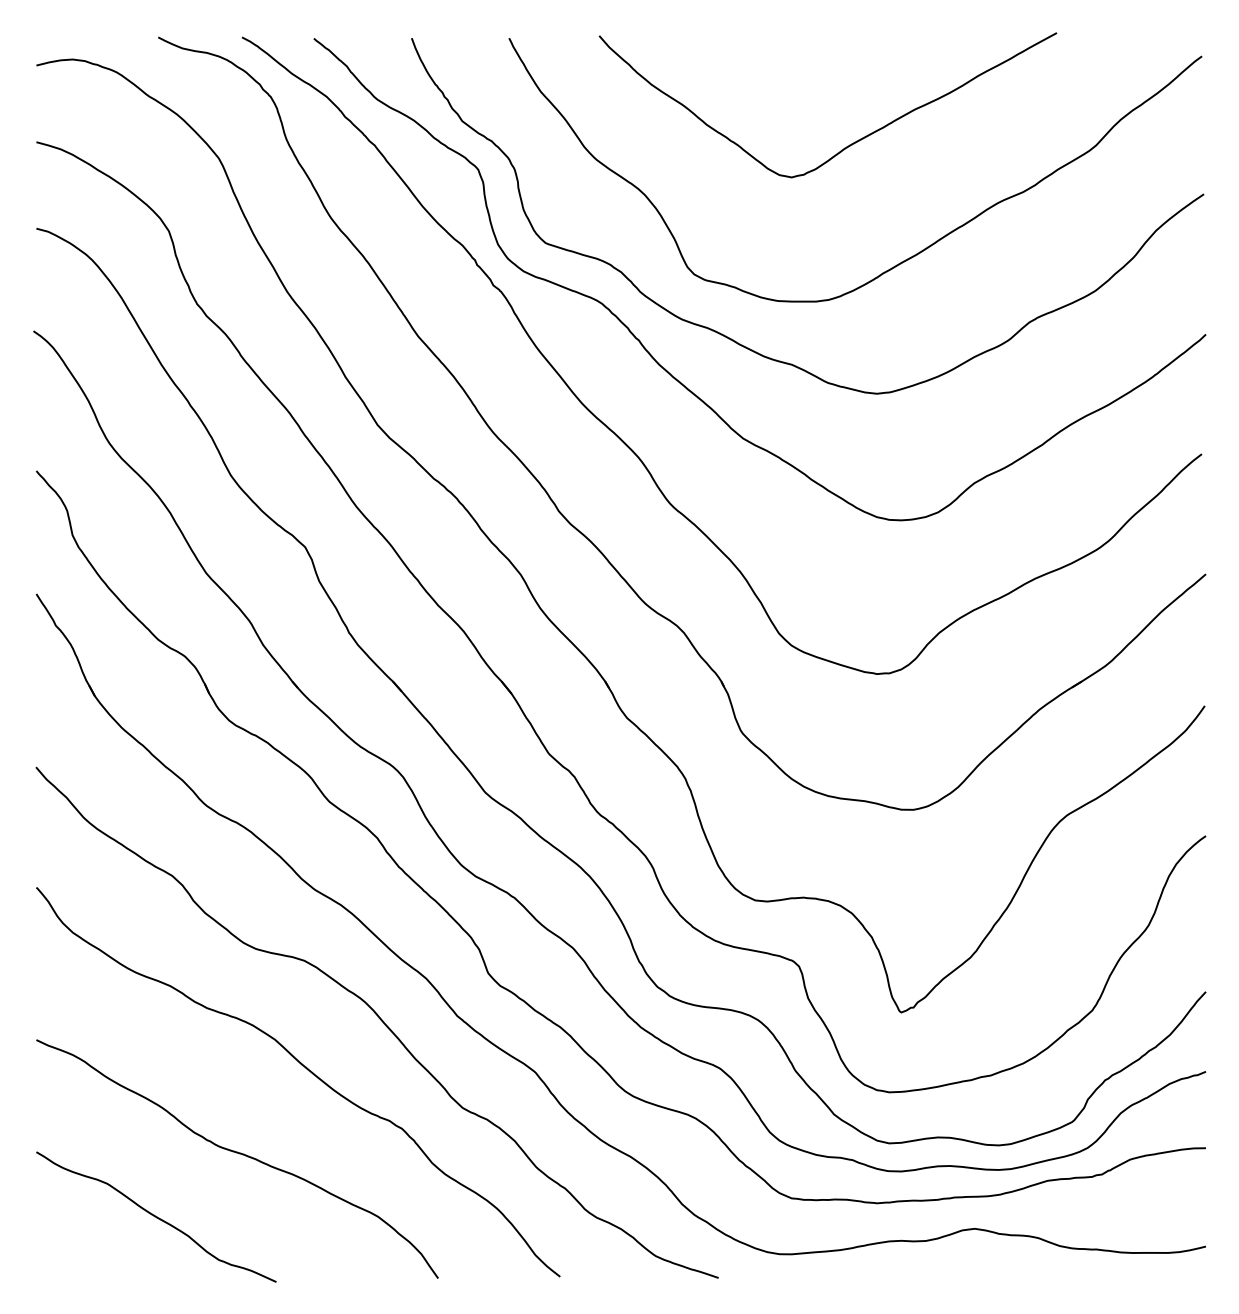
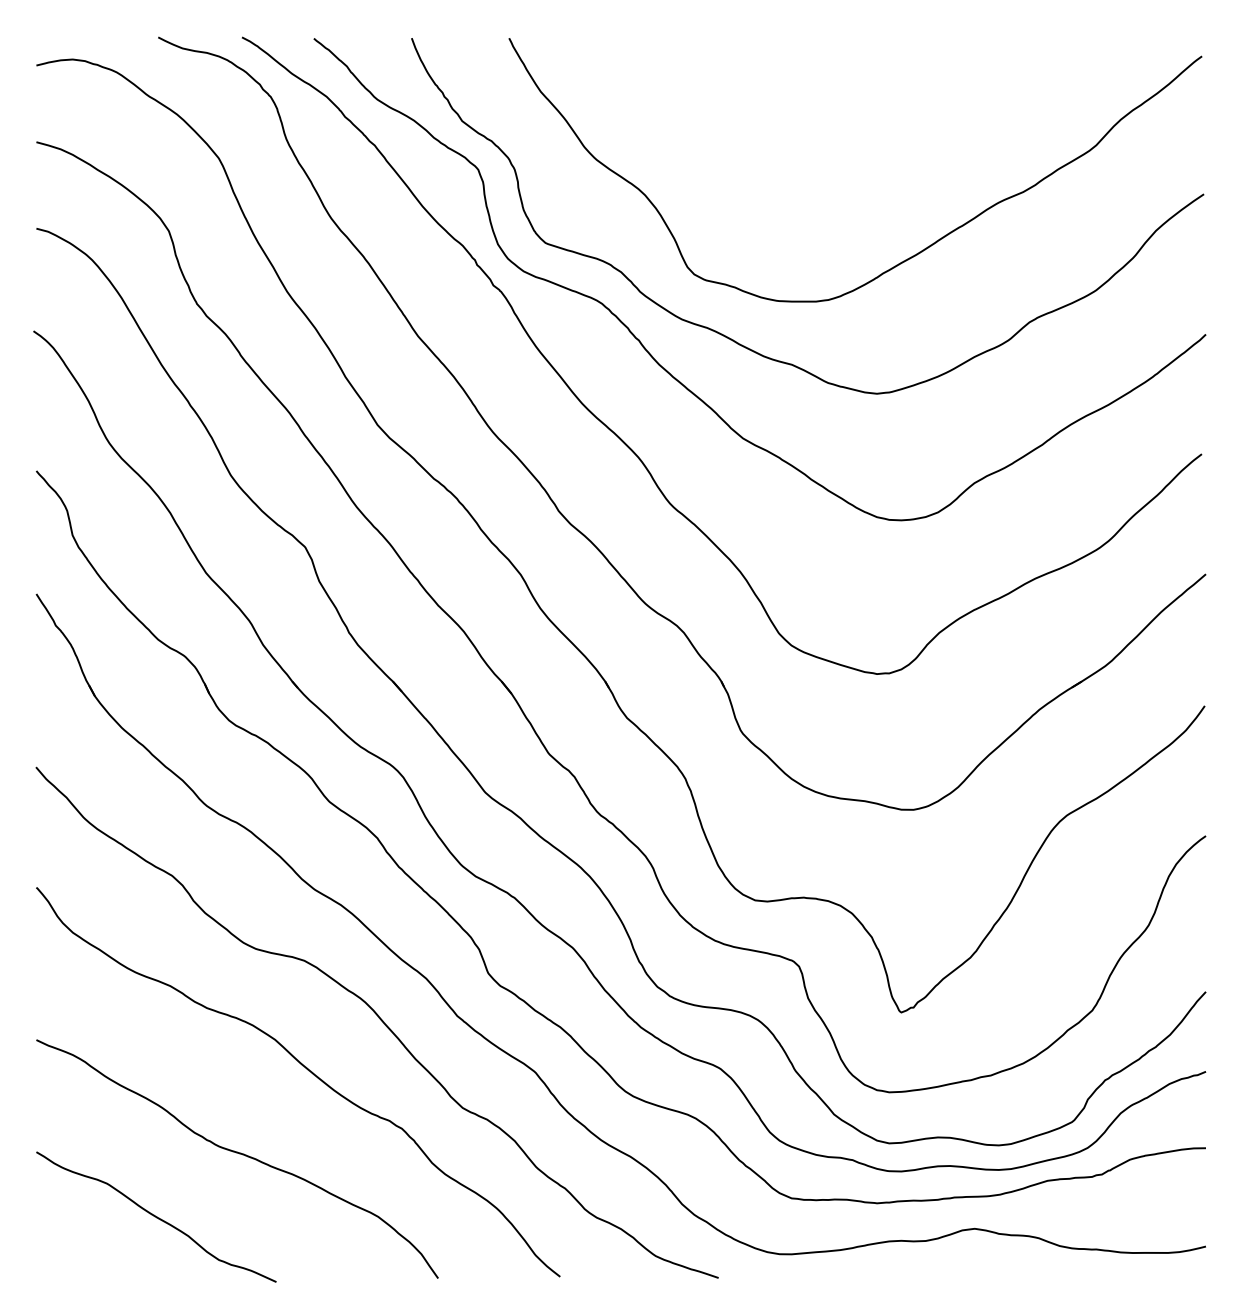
curve at (849, 144): present -> none
